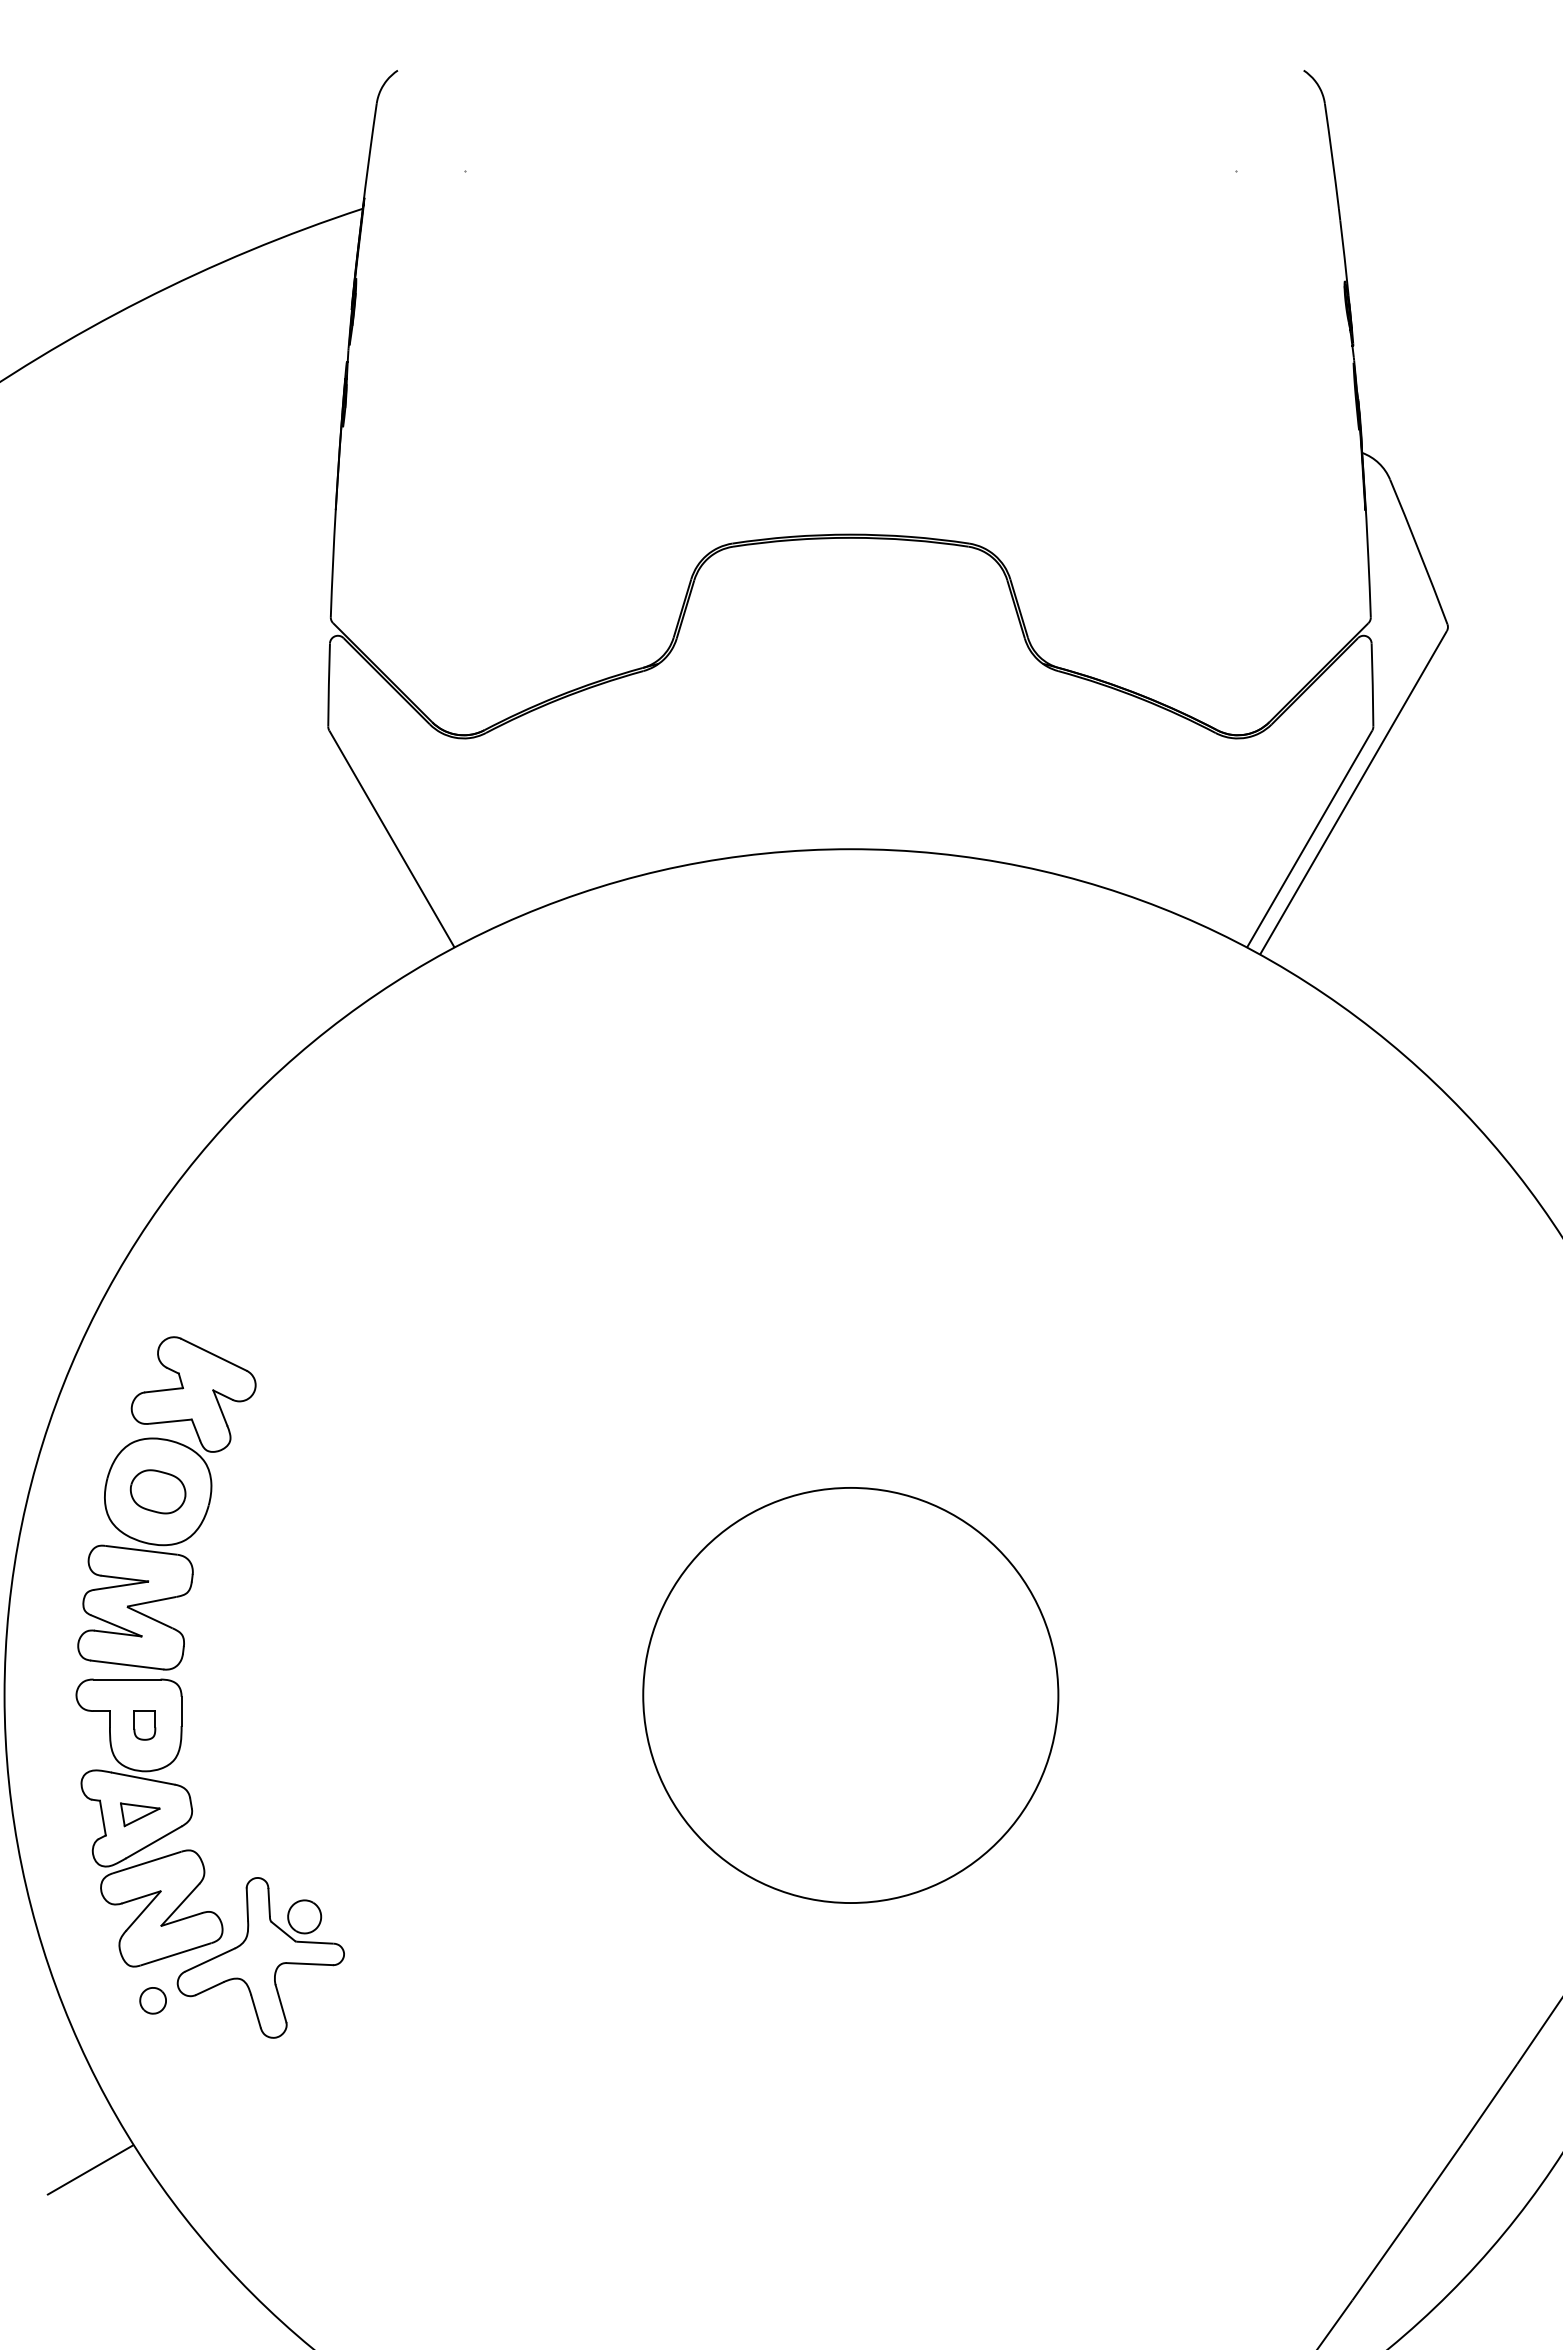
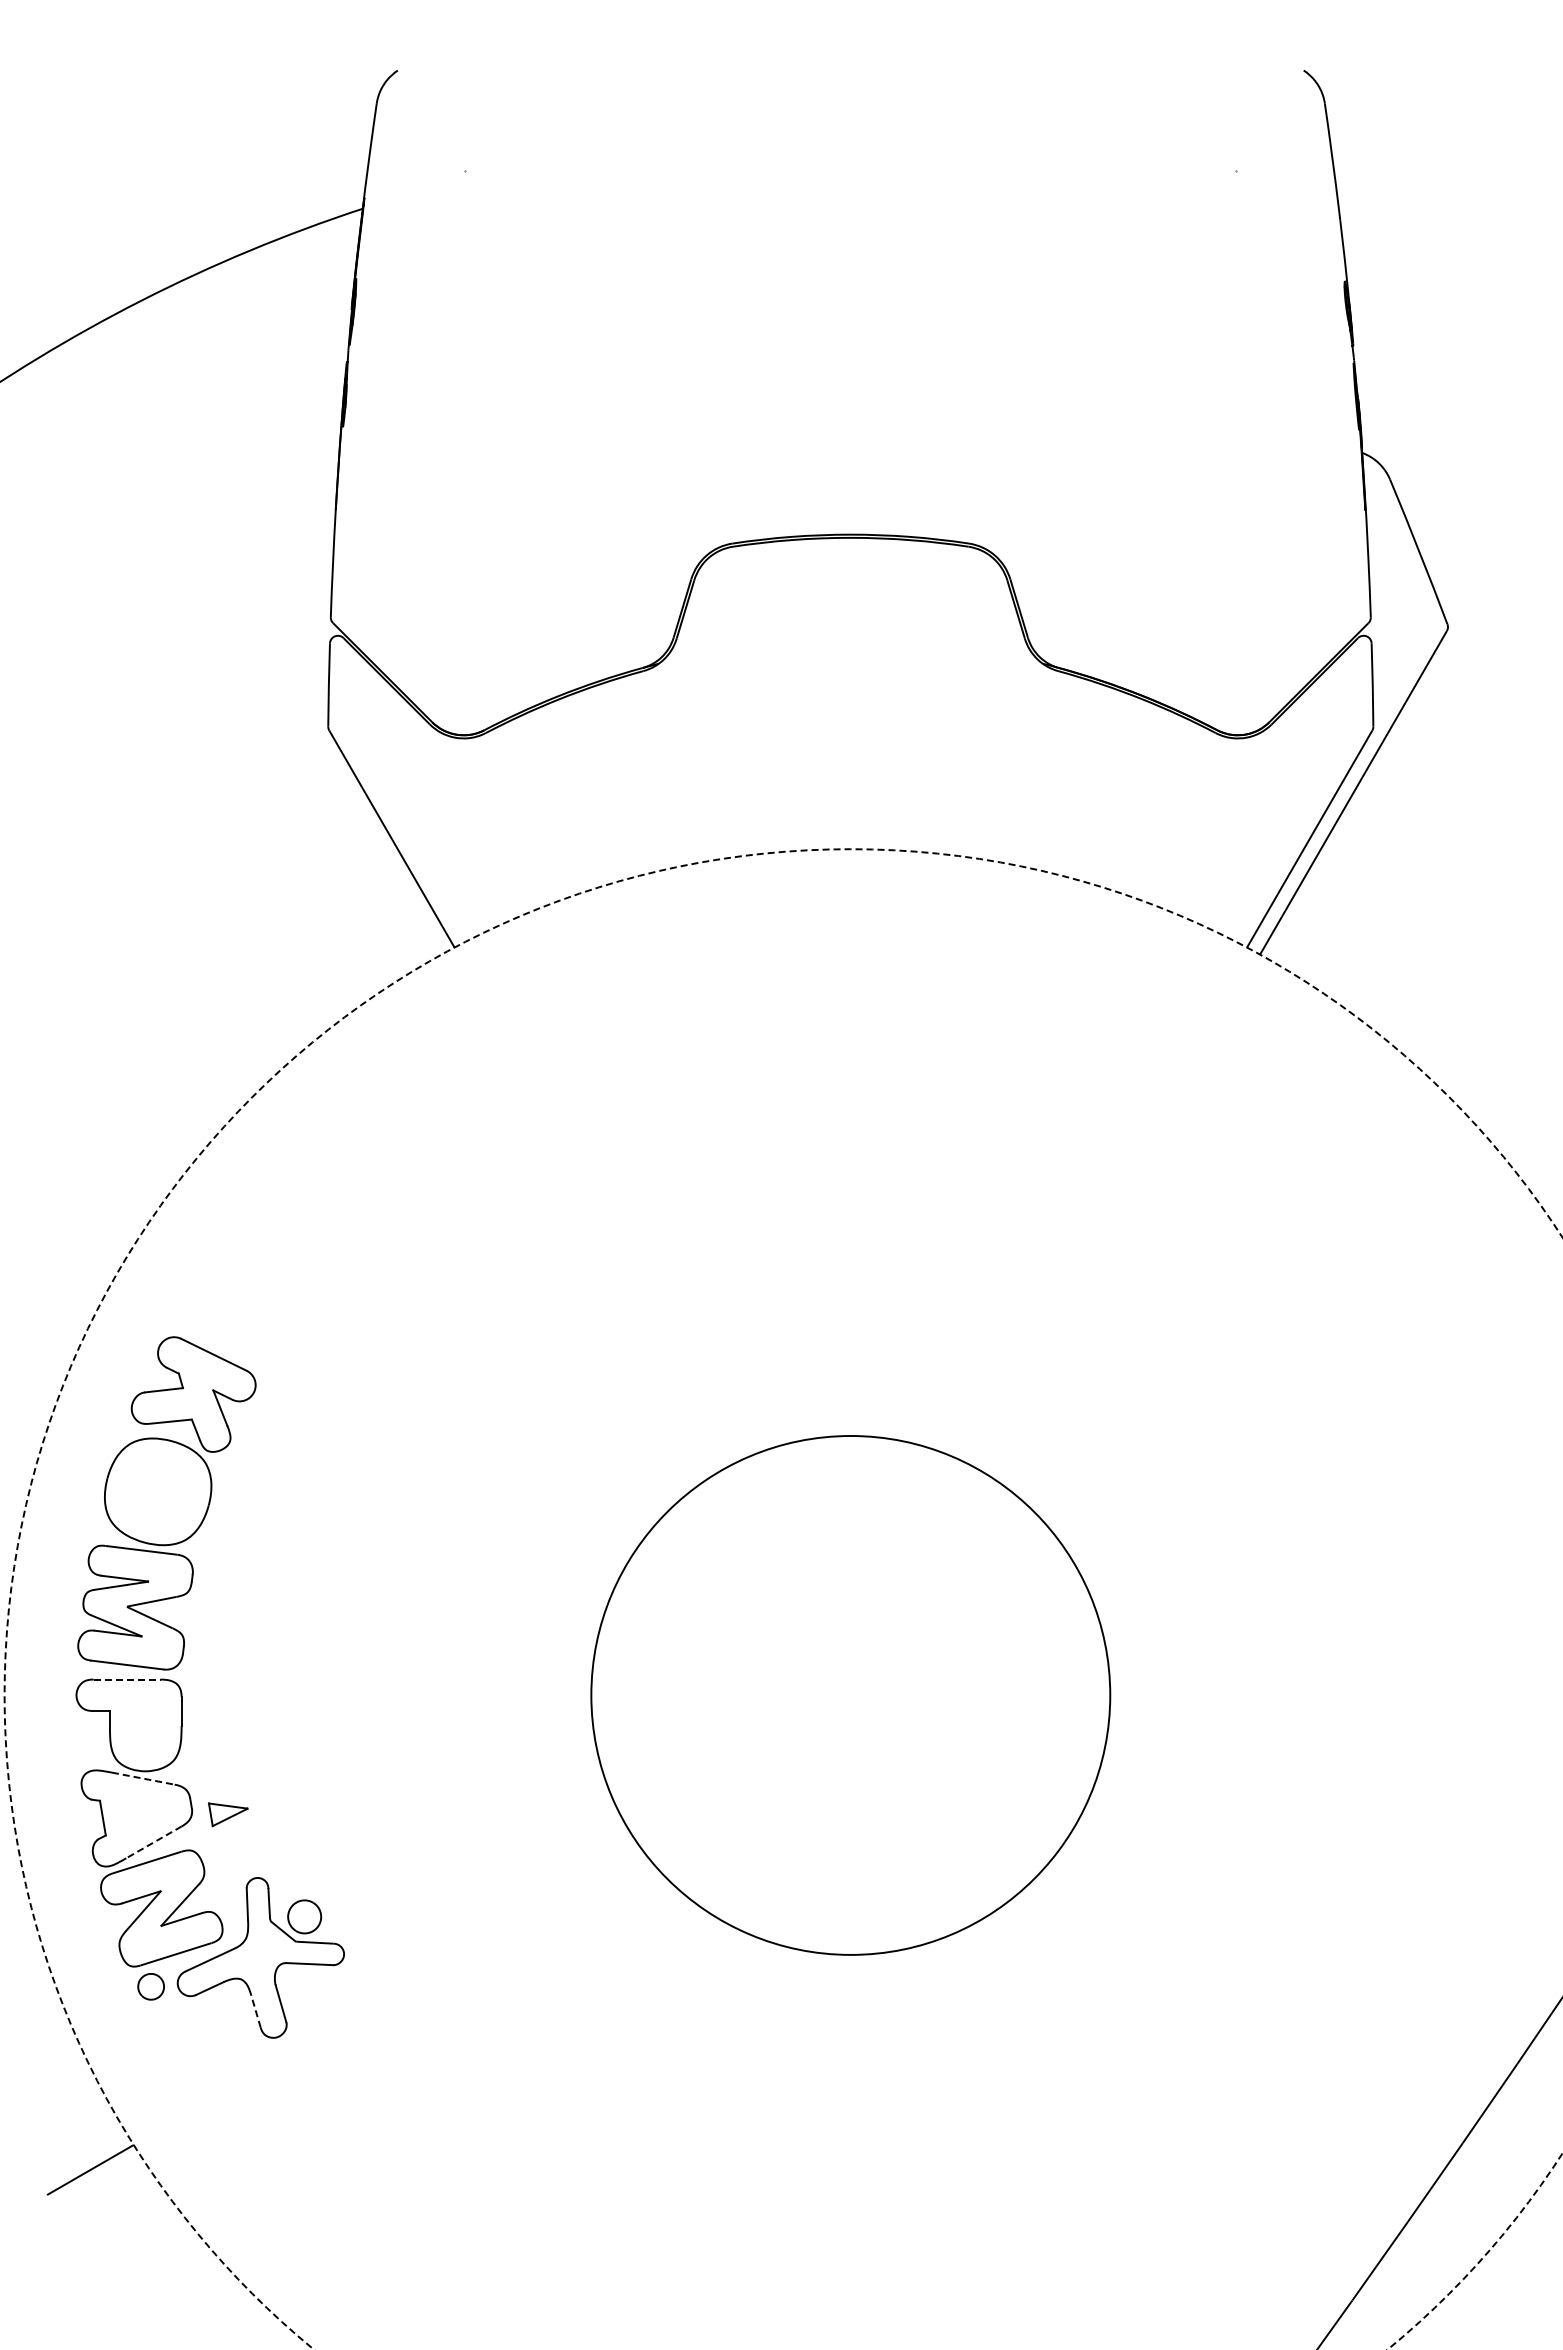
part at (157, 1491): present -> none
circle at (783, 1599): solid -> dashed
line at (127, 1679): solid -> dashed
circle at (850, 1695) diameter: 415 px -> 519 px
part at (144, 1725): present -> none
line at (143, 1778): solid -> dashed
part at (140, 1814) position: (140, 1814) -> (228, 1814)
line at (153, 1842): solid -> dashed
part at (152, 2000) position: (152, 2000) -> (150, 1986)
line at (255, 2011): solid -> dashed
